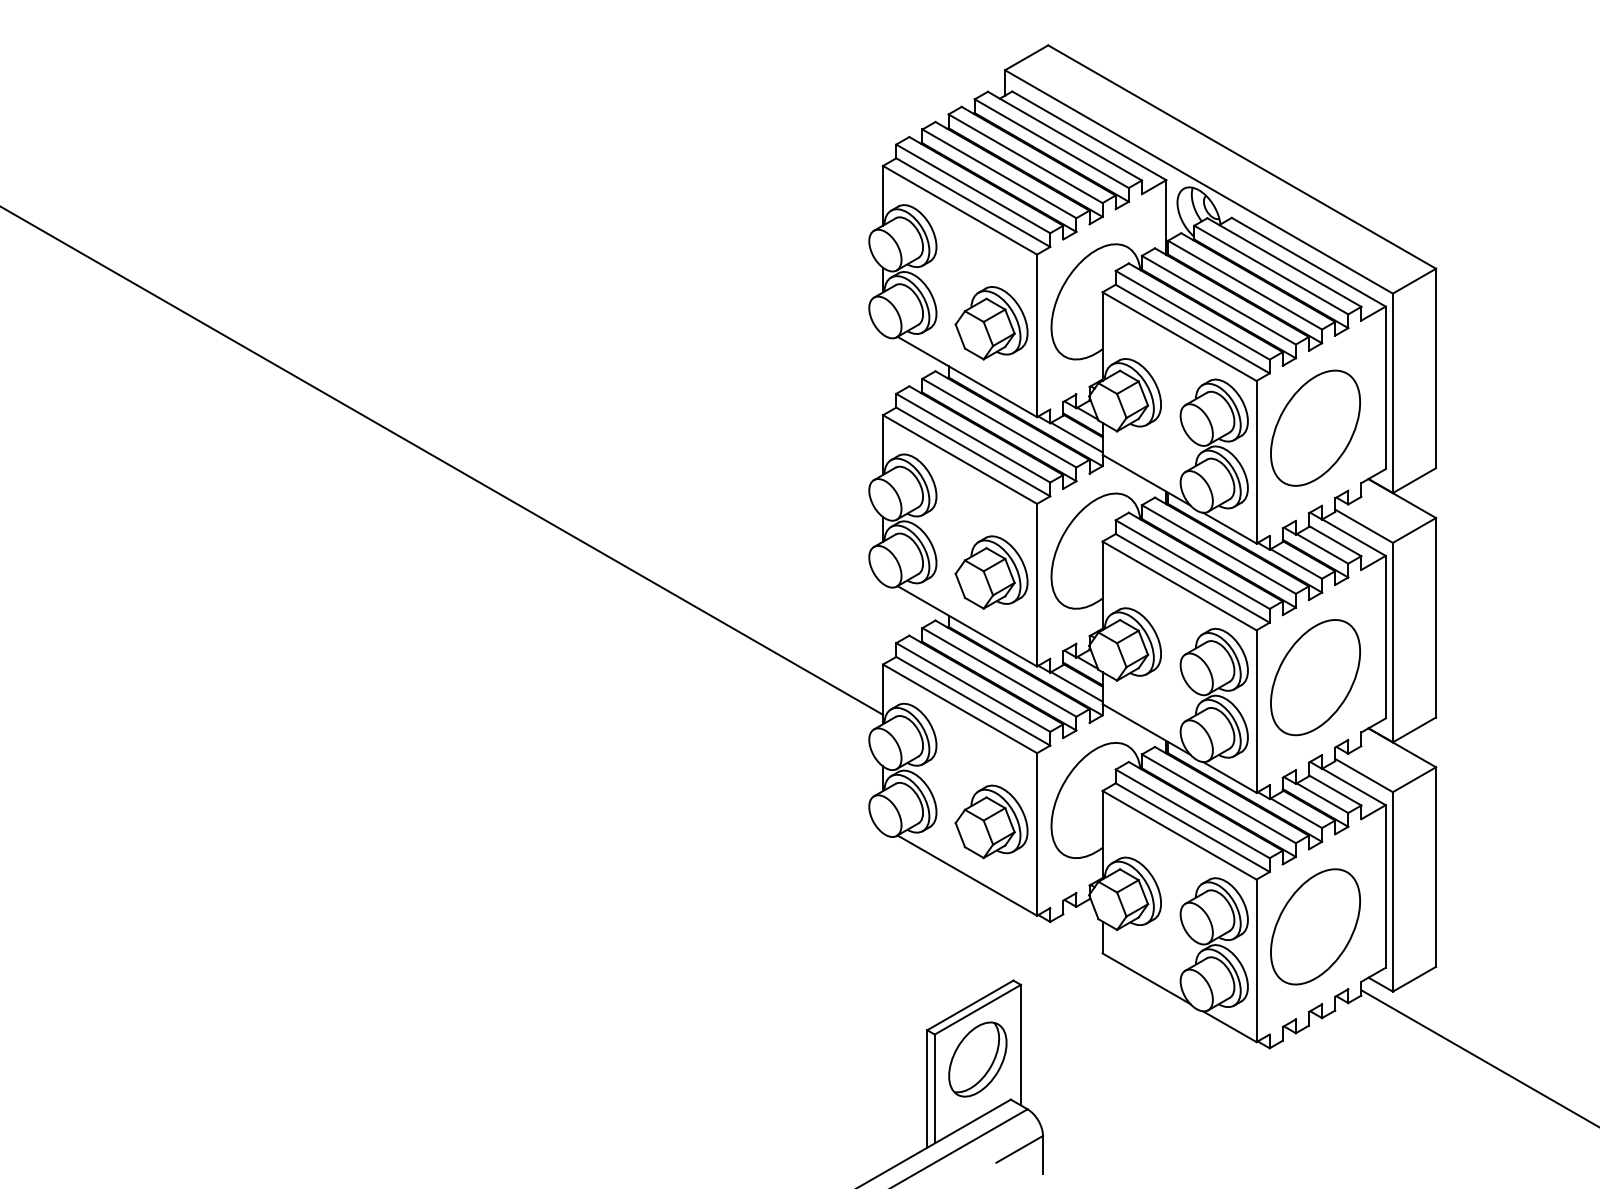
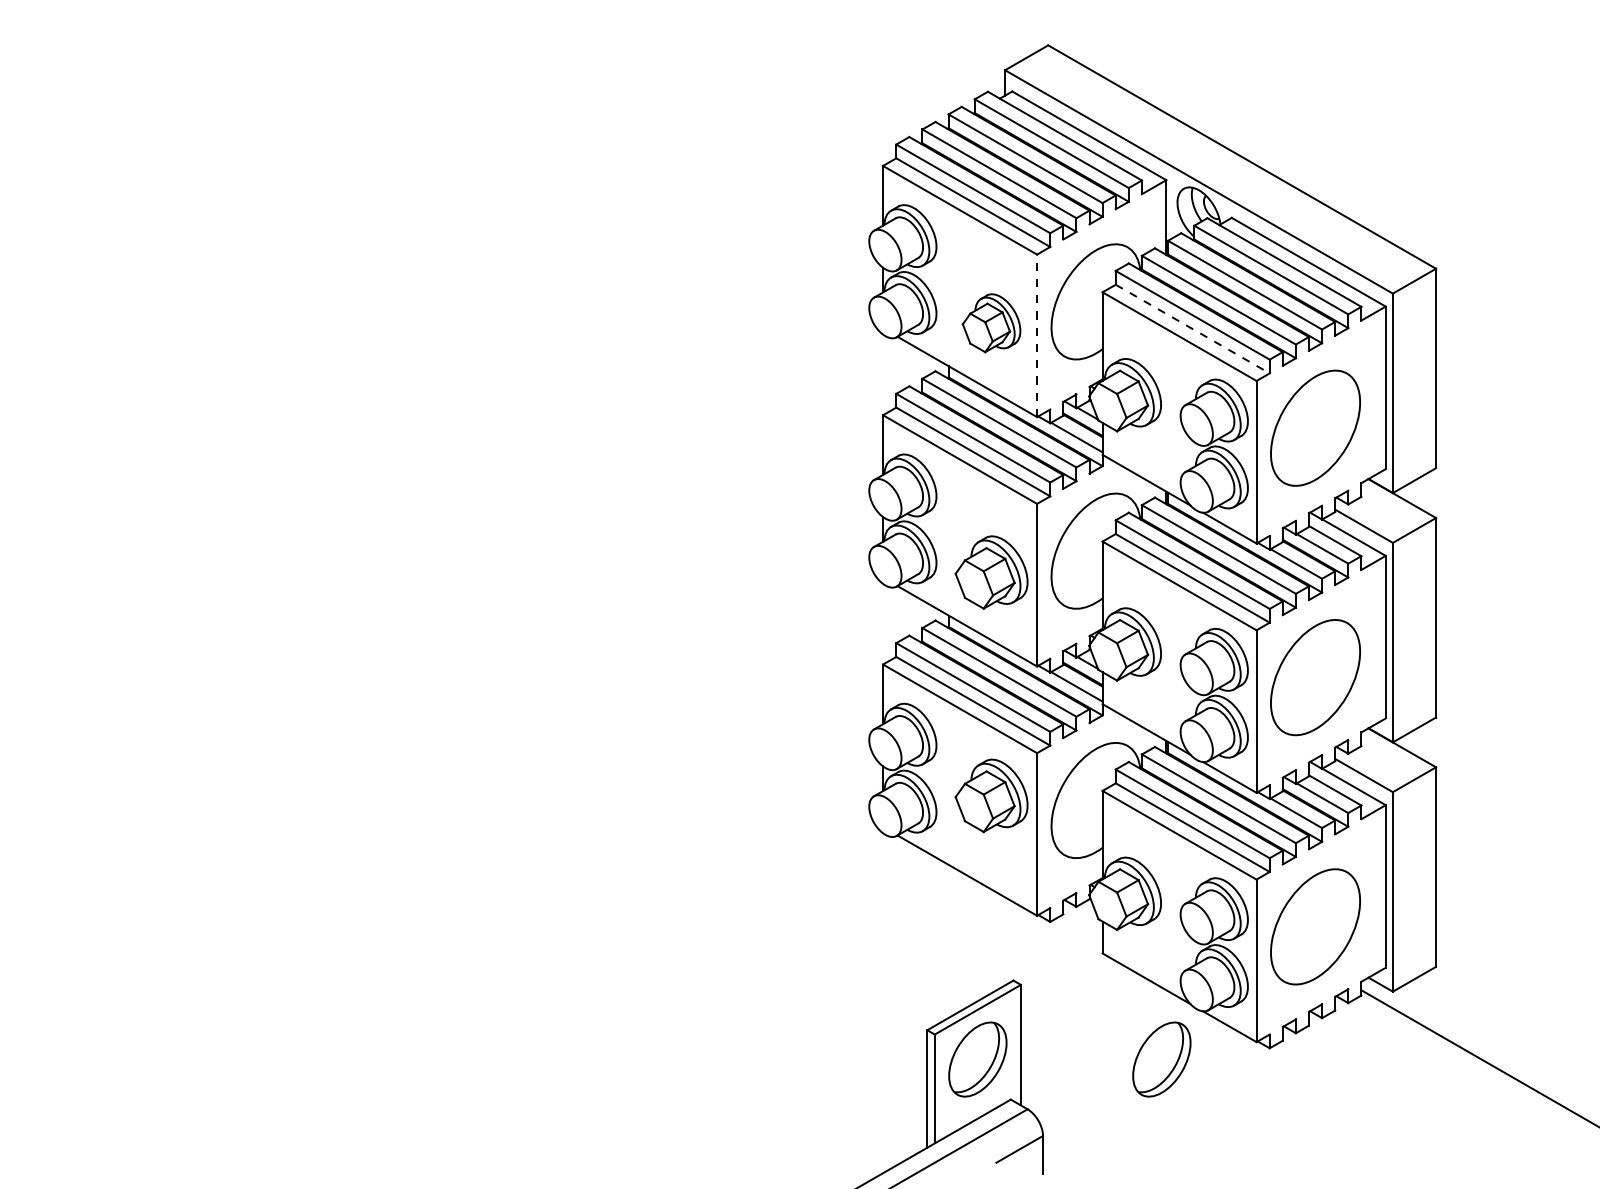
part at (991, 323) size: 75x75 px -> 61x61 px
line at (1192, 329): solid -> dashed
line at (1037, 335): solid -> dashed
line at (442, 460): present -> none
part at (991, 821) position: (991, 821) -> (991, 795)
part at (1161, 1059): none -> present
